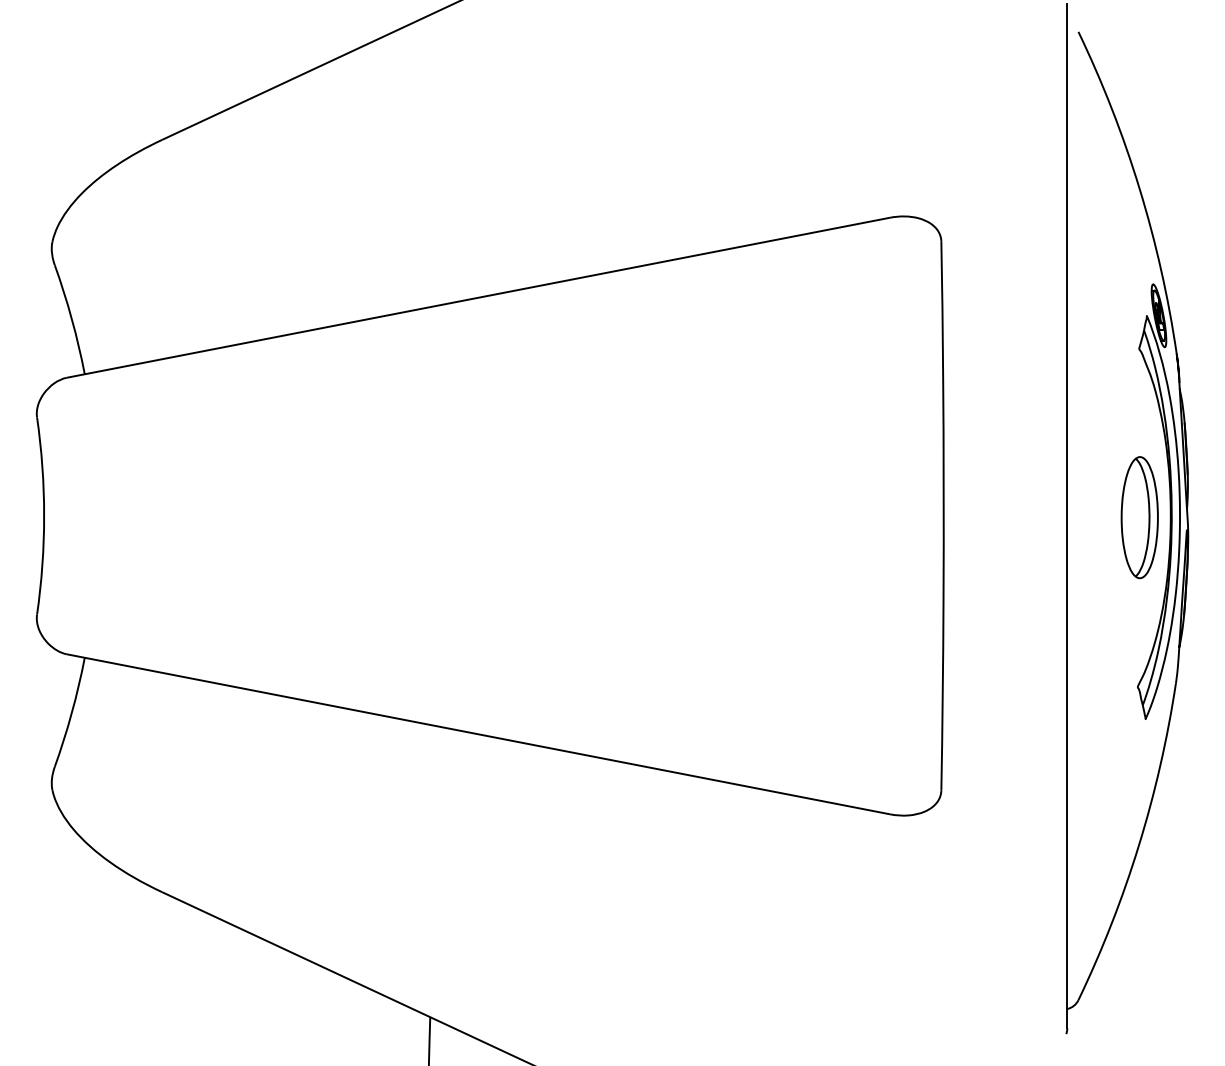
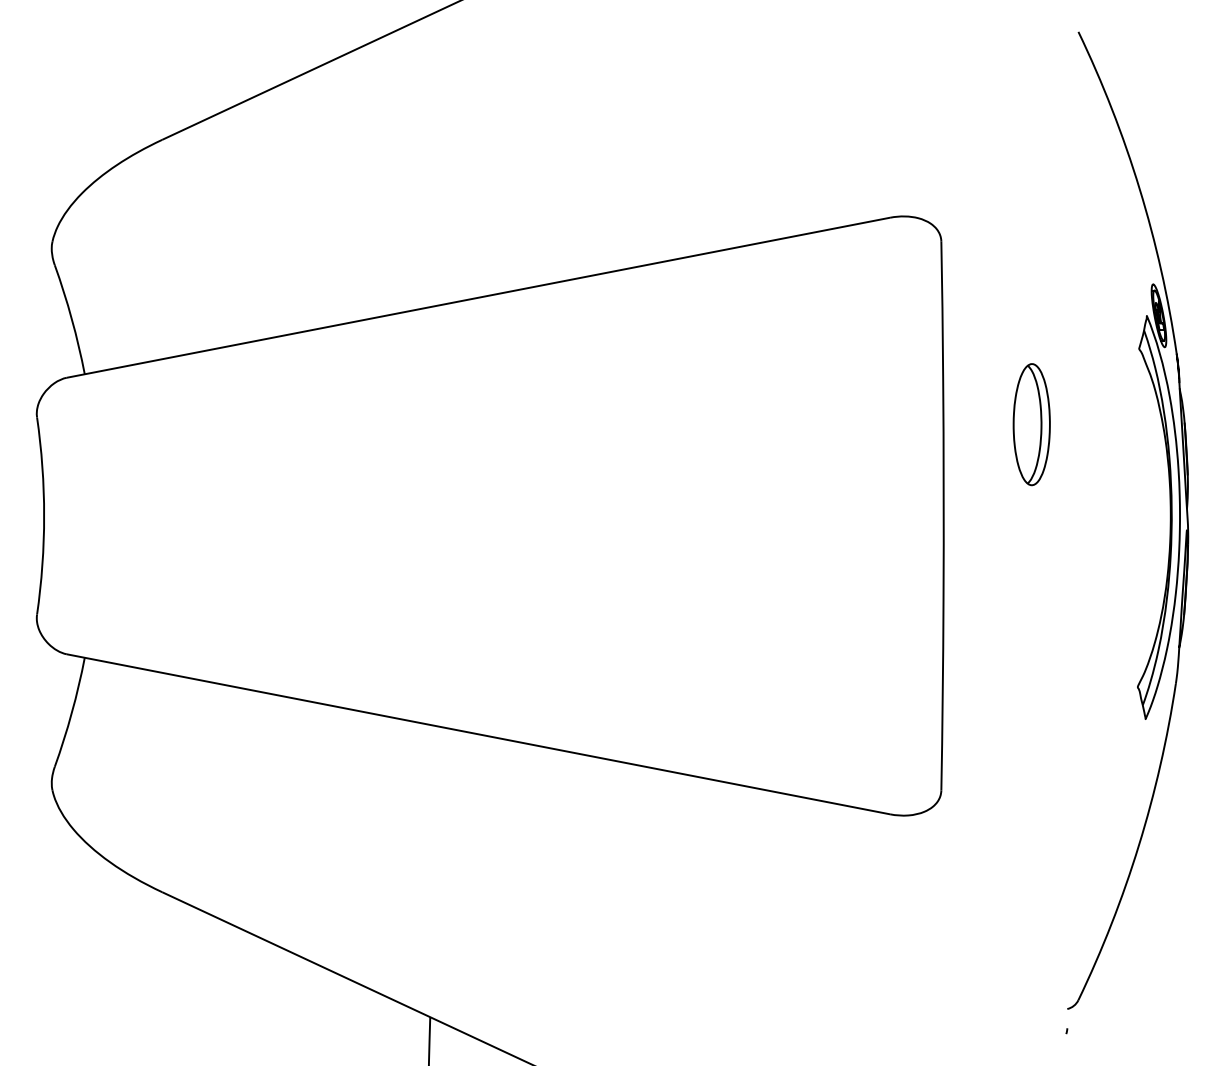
line at (1067, 515): present -> none
part at (1139, 517) position: (1139, 517) -> (1031, 424)
